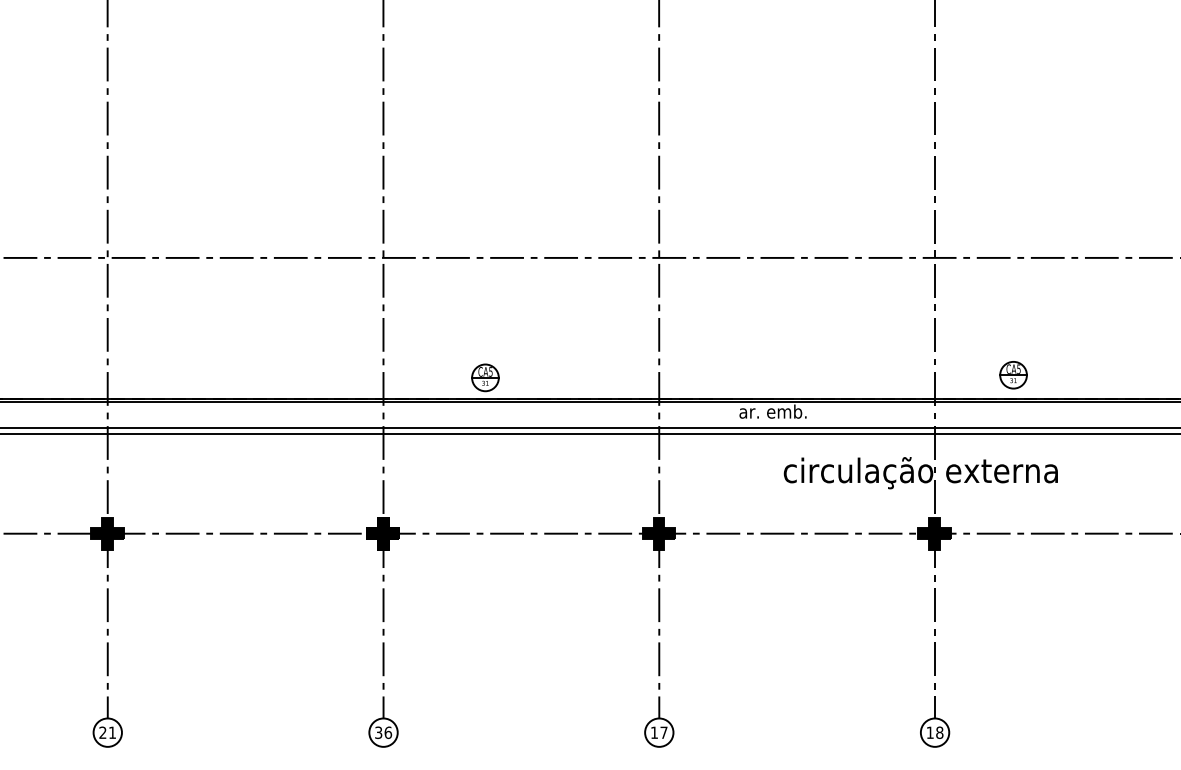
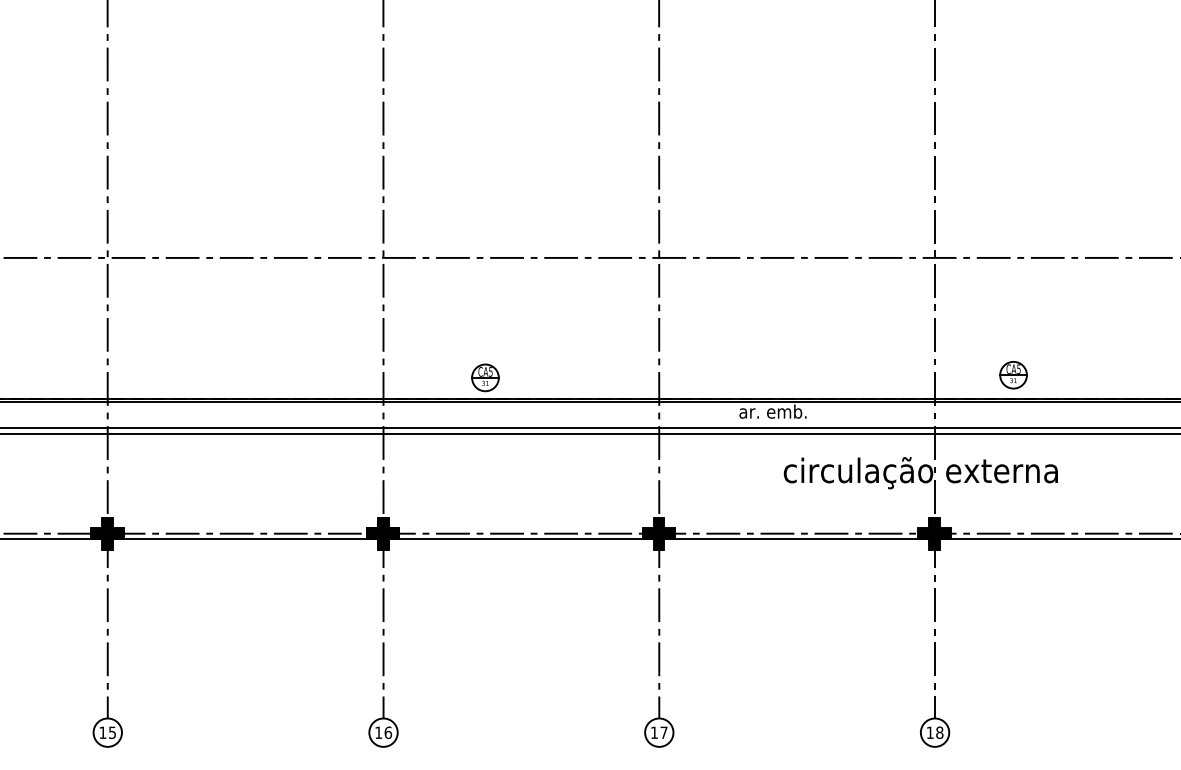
line at (589, 539): none -> present
text at (107, 732): 21 -> 15
text at (378, 732): 36 -> 16
